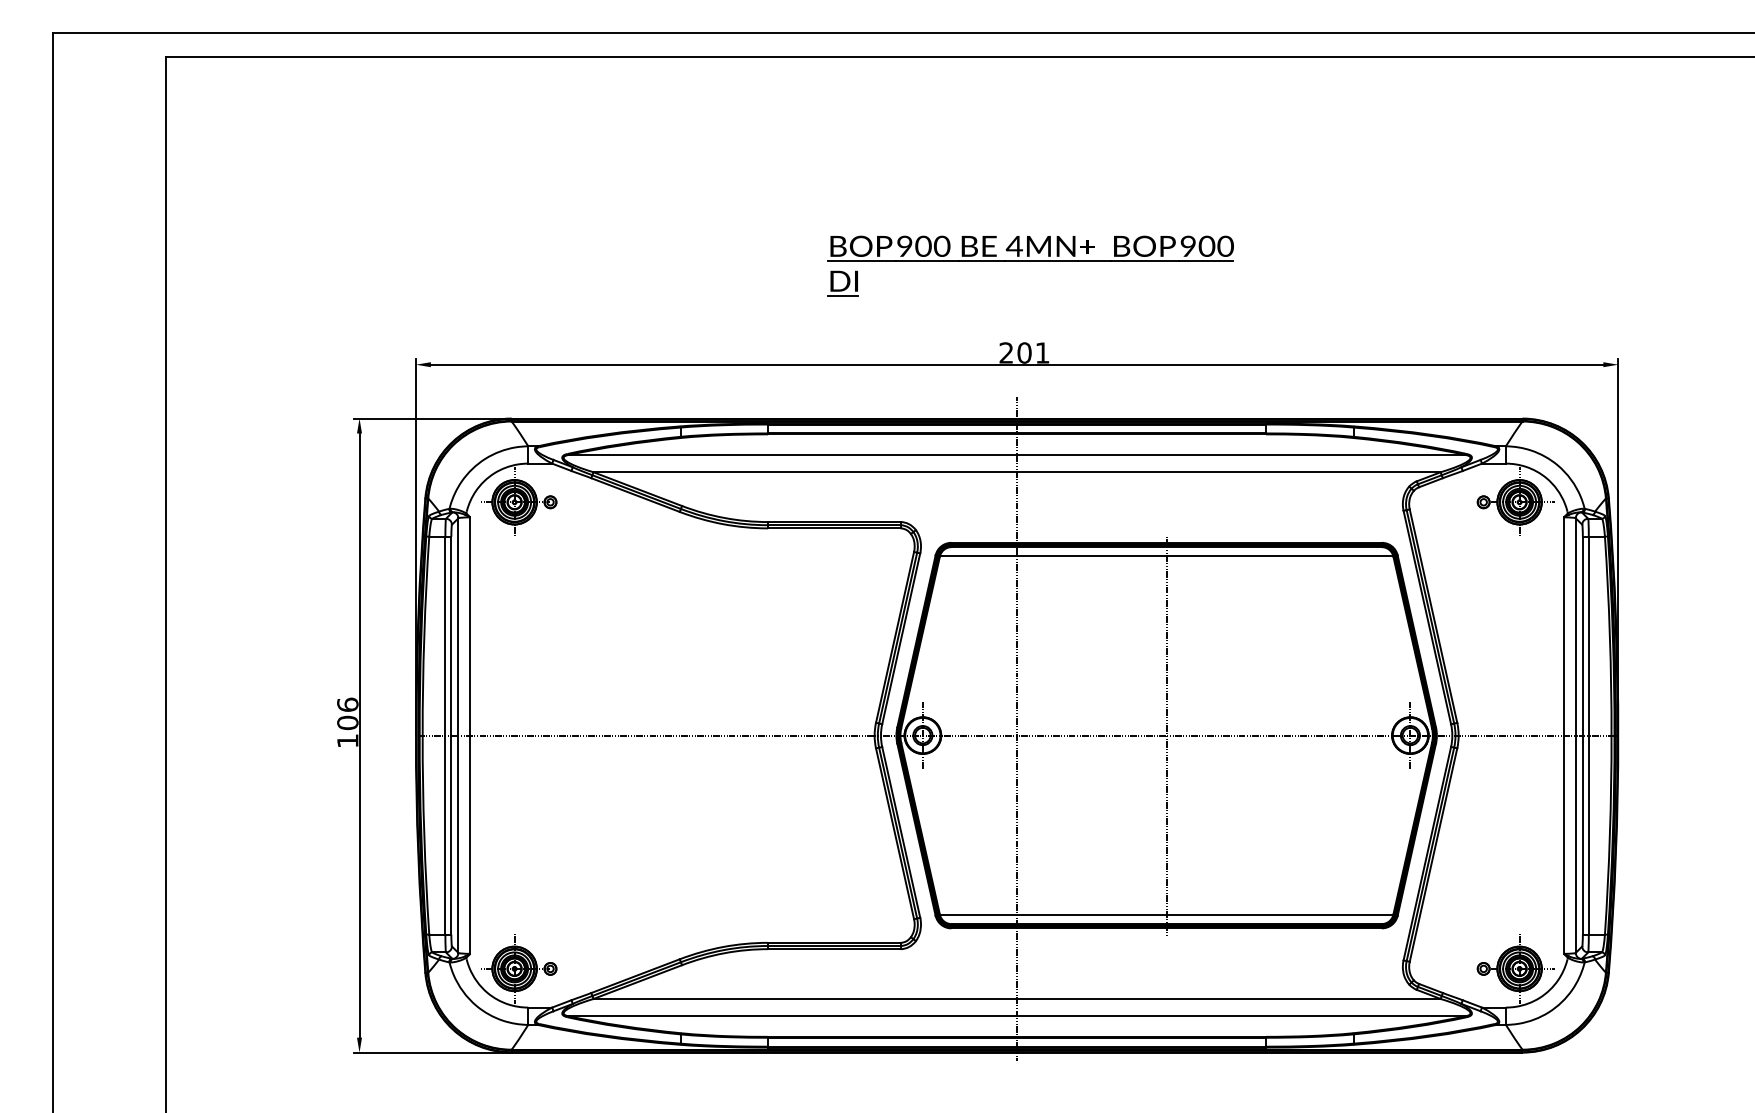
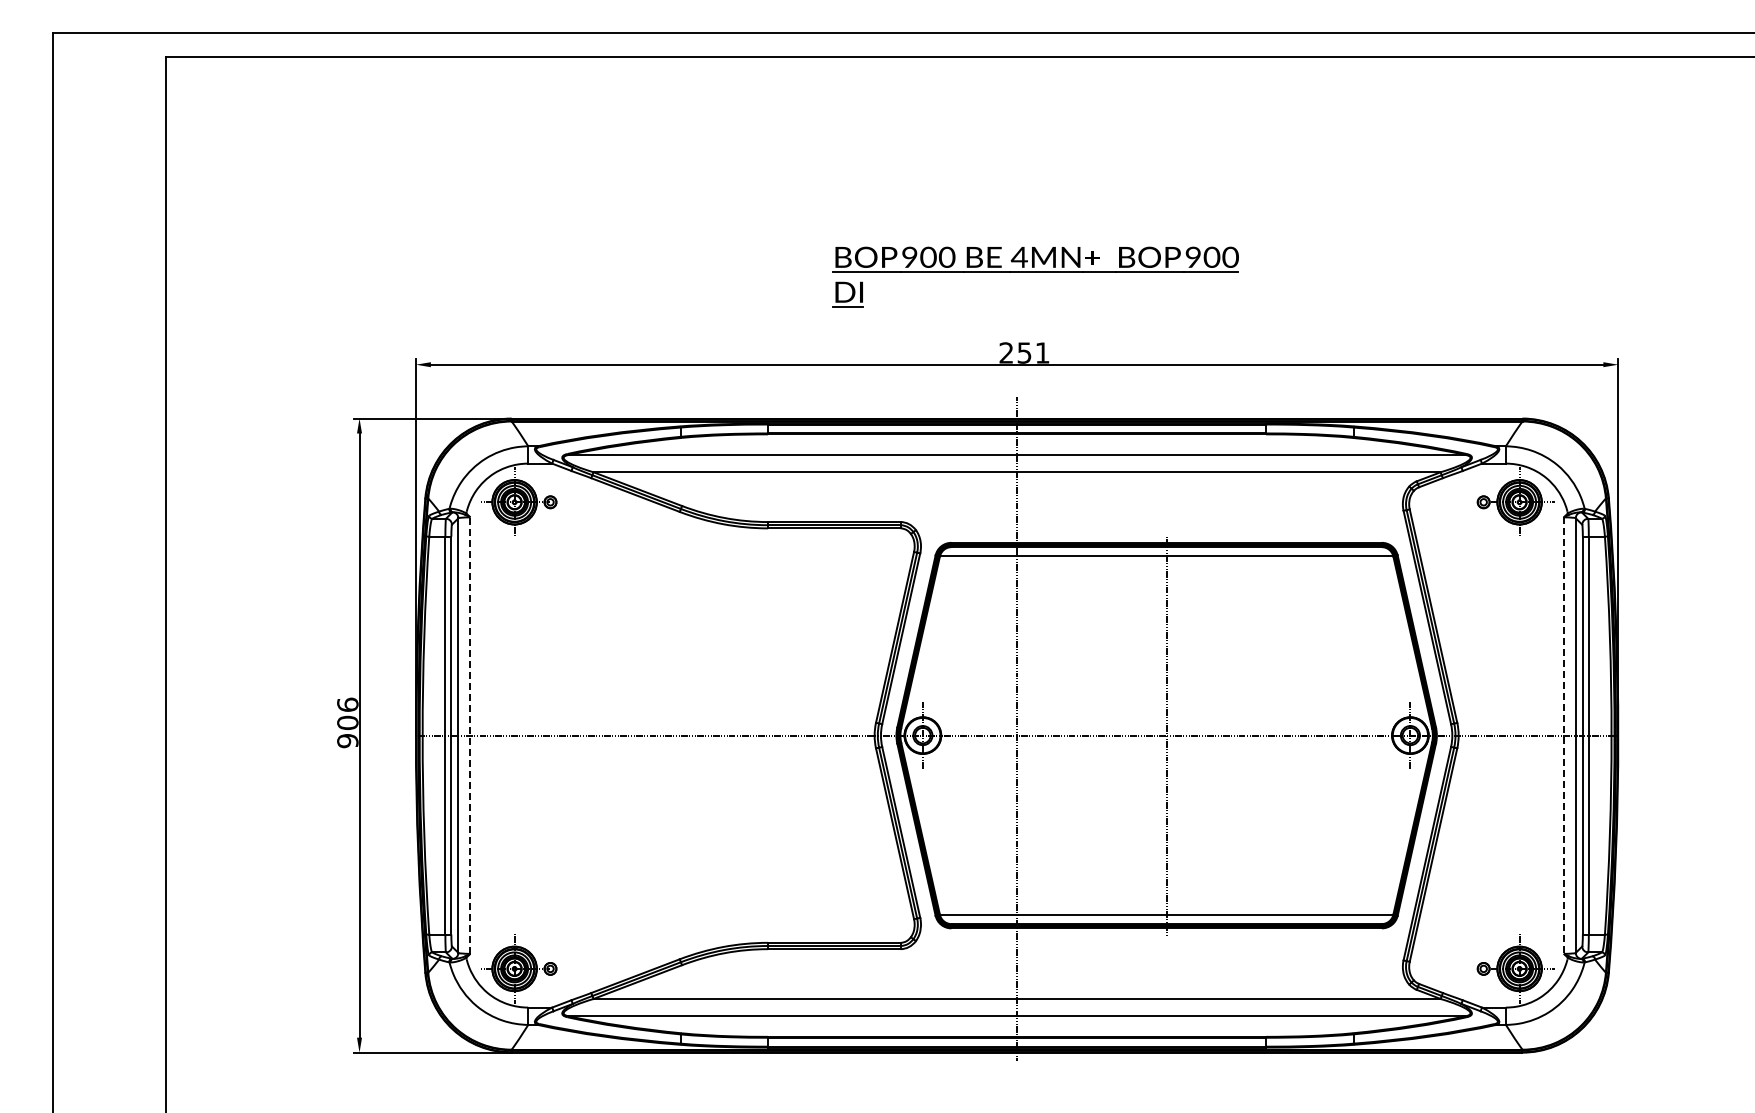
part at (1030, 265) position: (1030, 265) -> (1035, 276)
text at (1024, 352): 201 -> 251
line at (470, 735): solid -> dashed
line at (1563, 736): solid -> dashed
text at (347, 741): 106 -> 906
